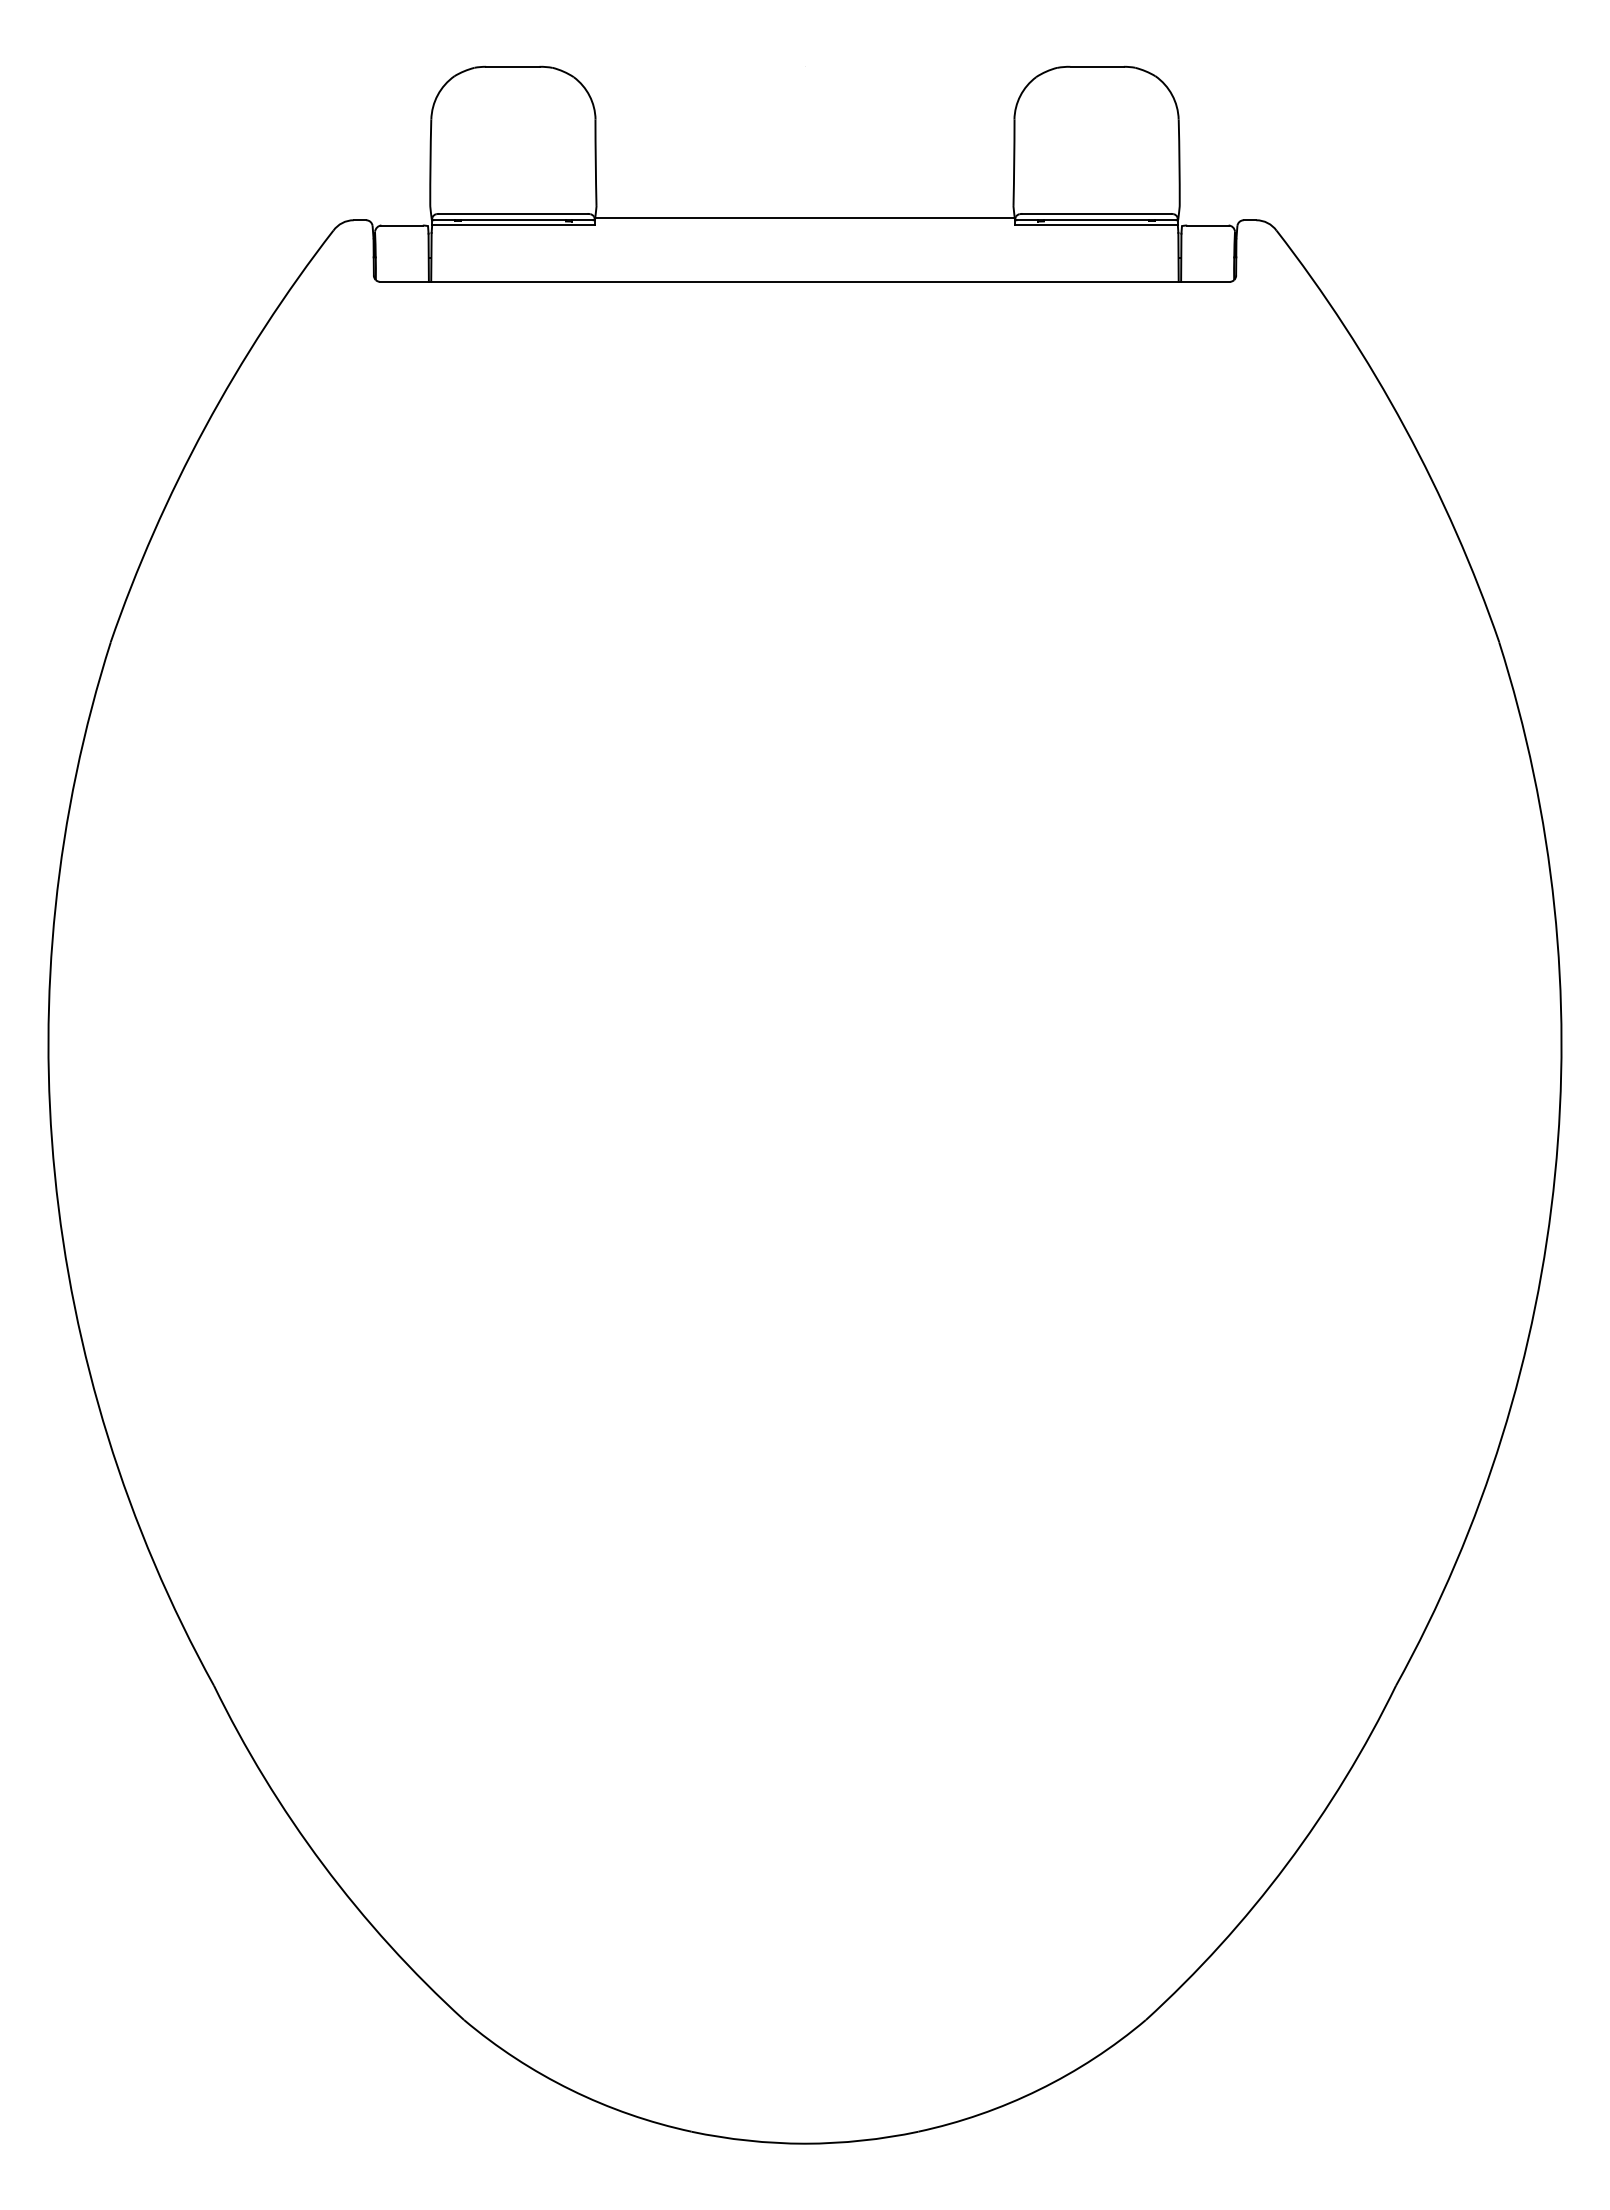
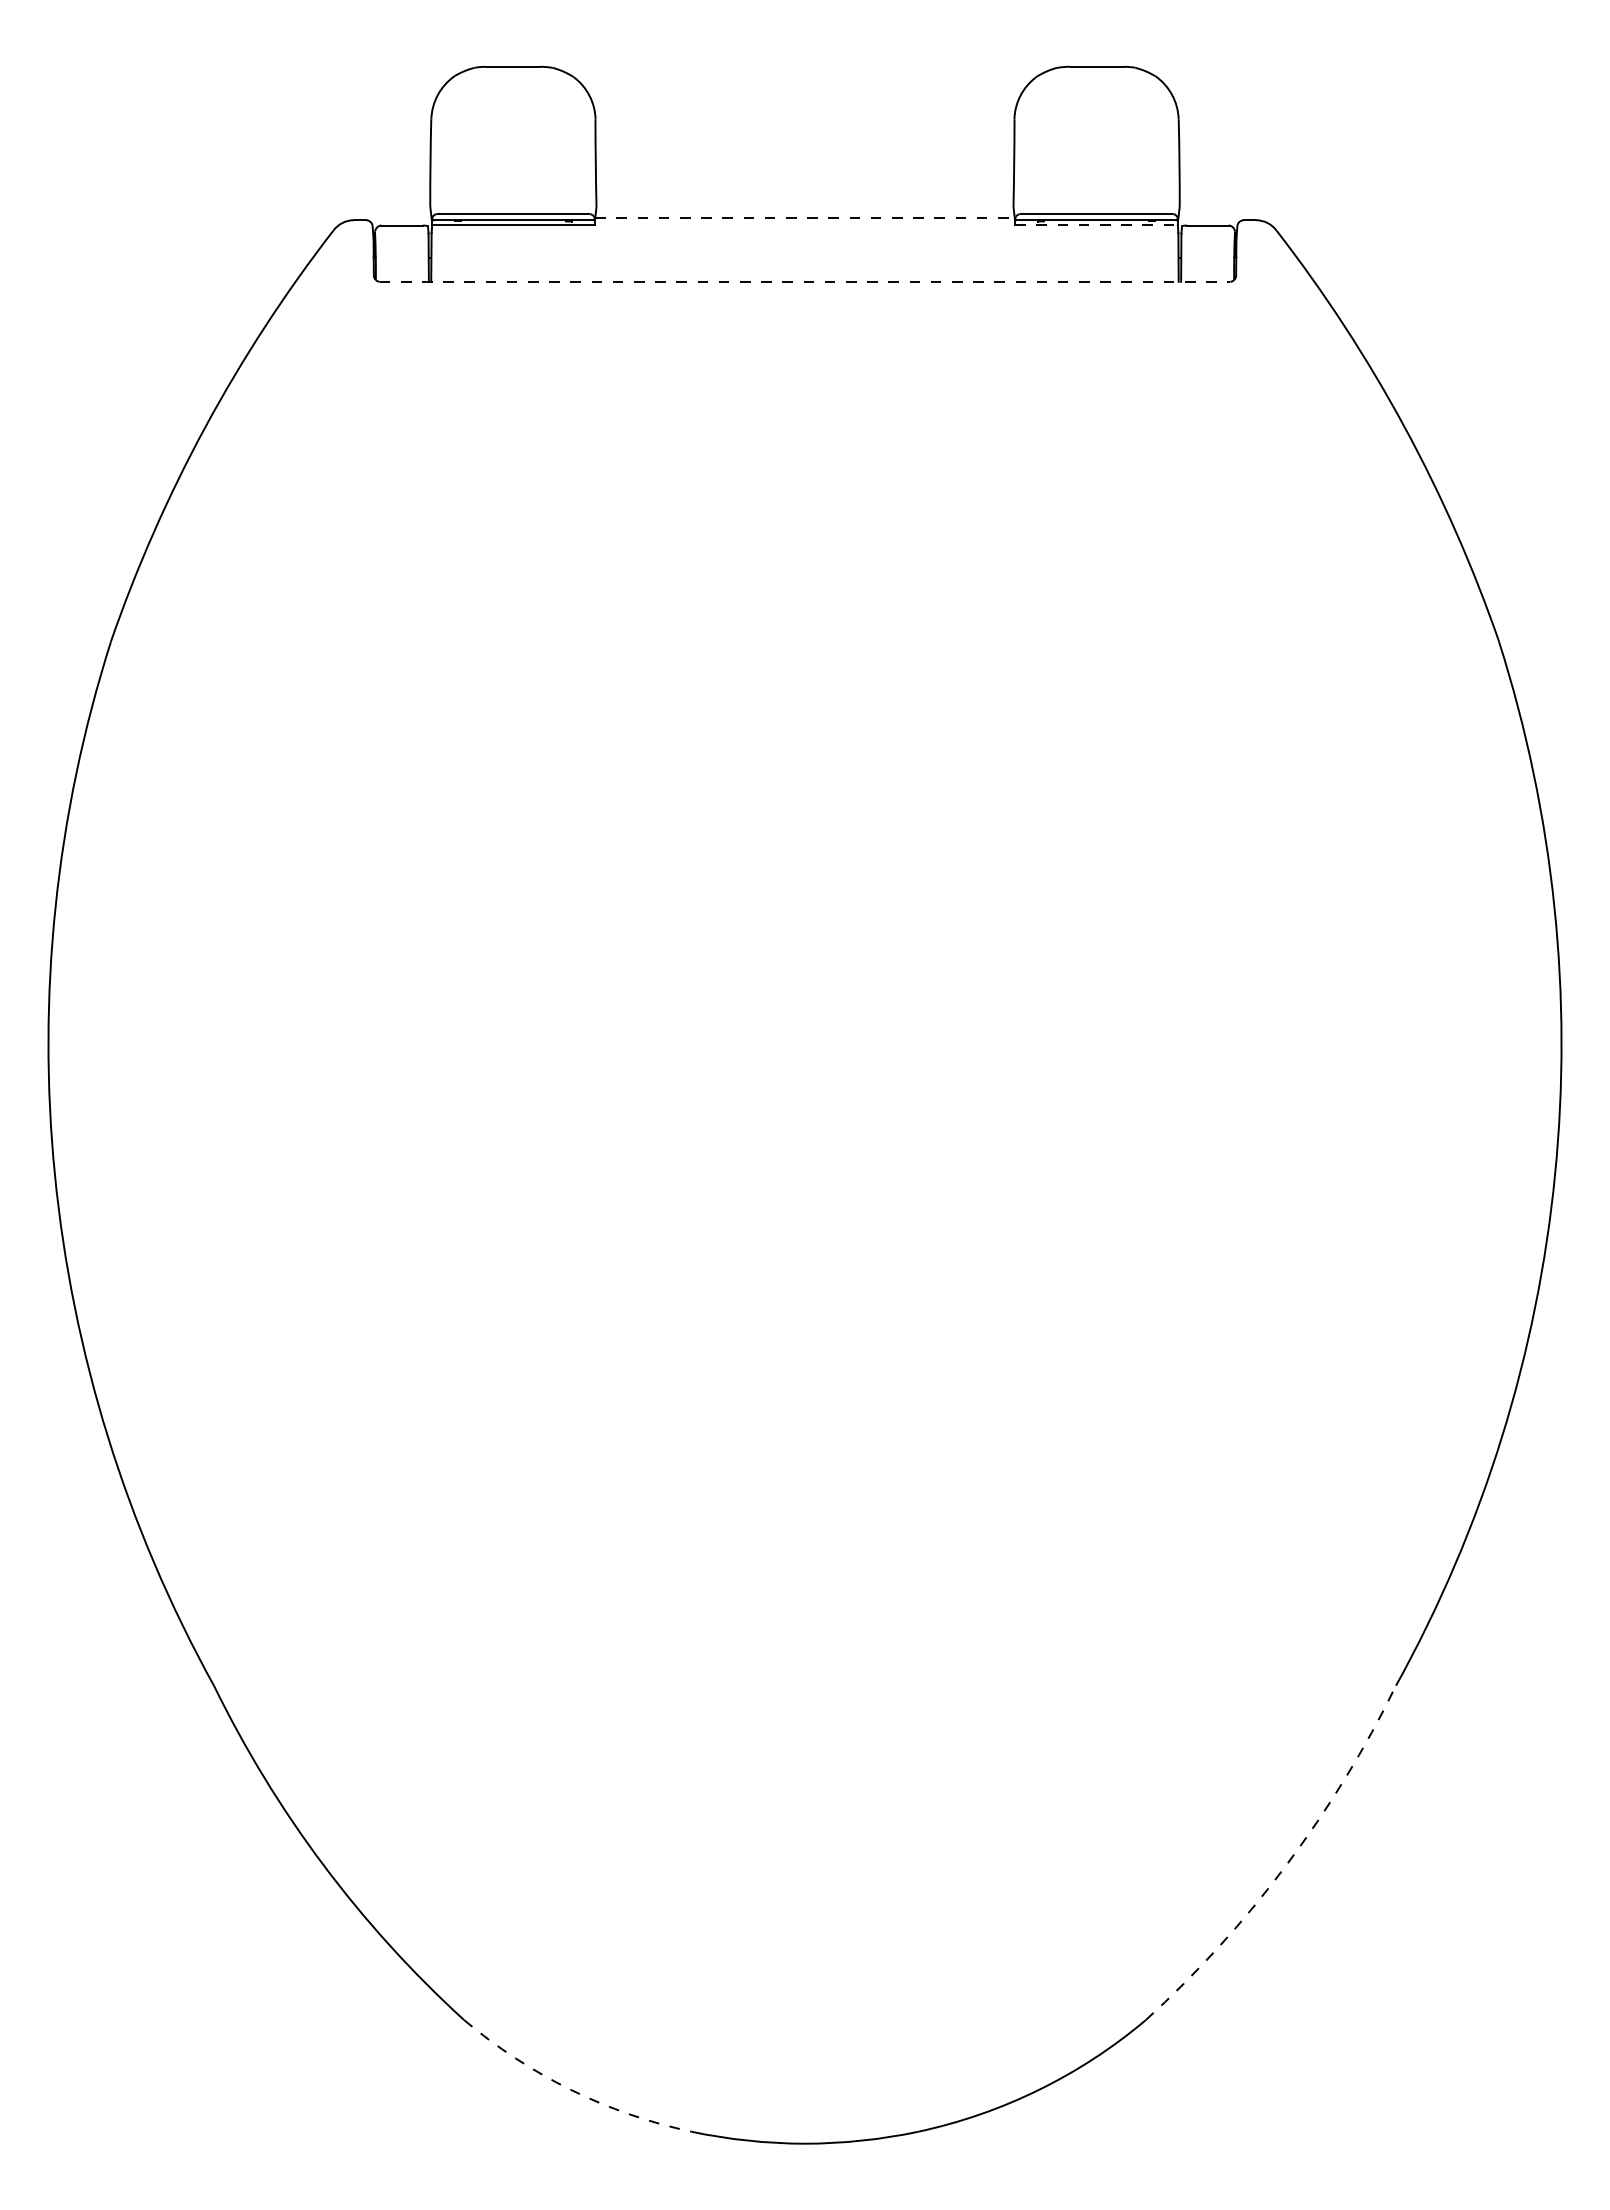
line at (804, 217): solid -> dashed
line at (1097, 225): solid -> dashed
line at (805, 281): solid -> dashed
arc at (1286, 1864): solid -> dashed
arc at (570, 2089): solid -> dashed
